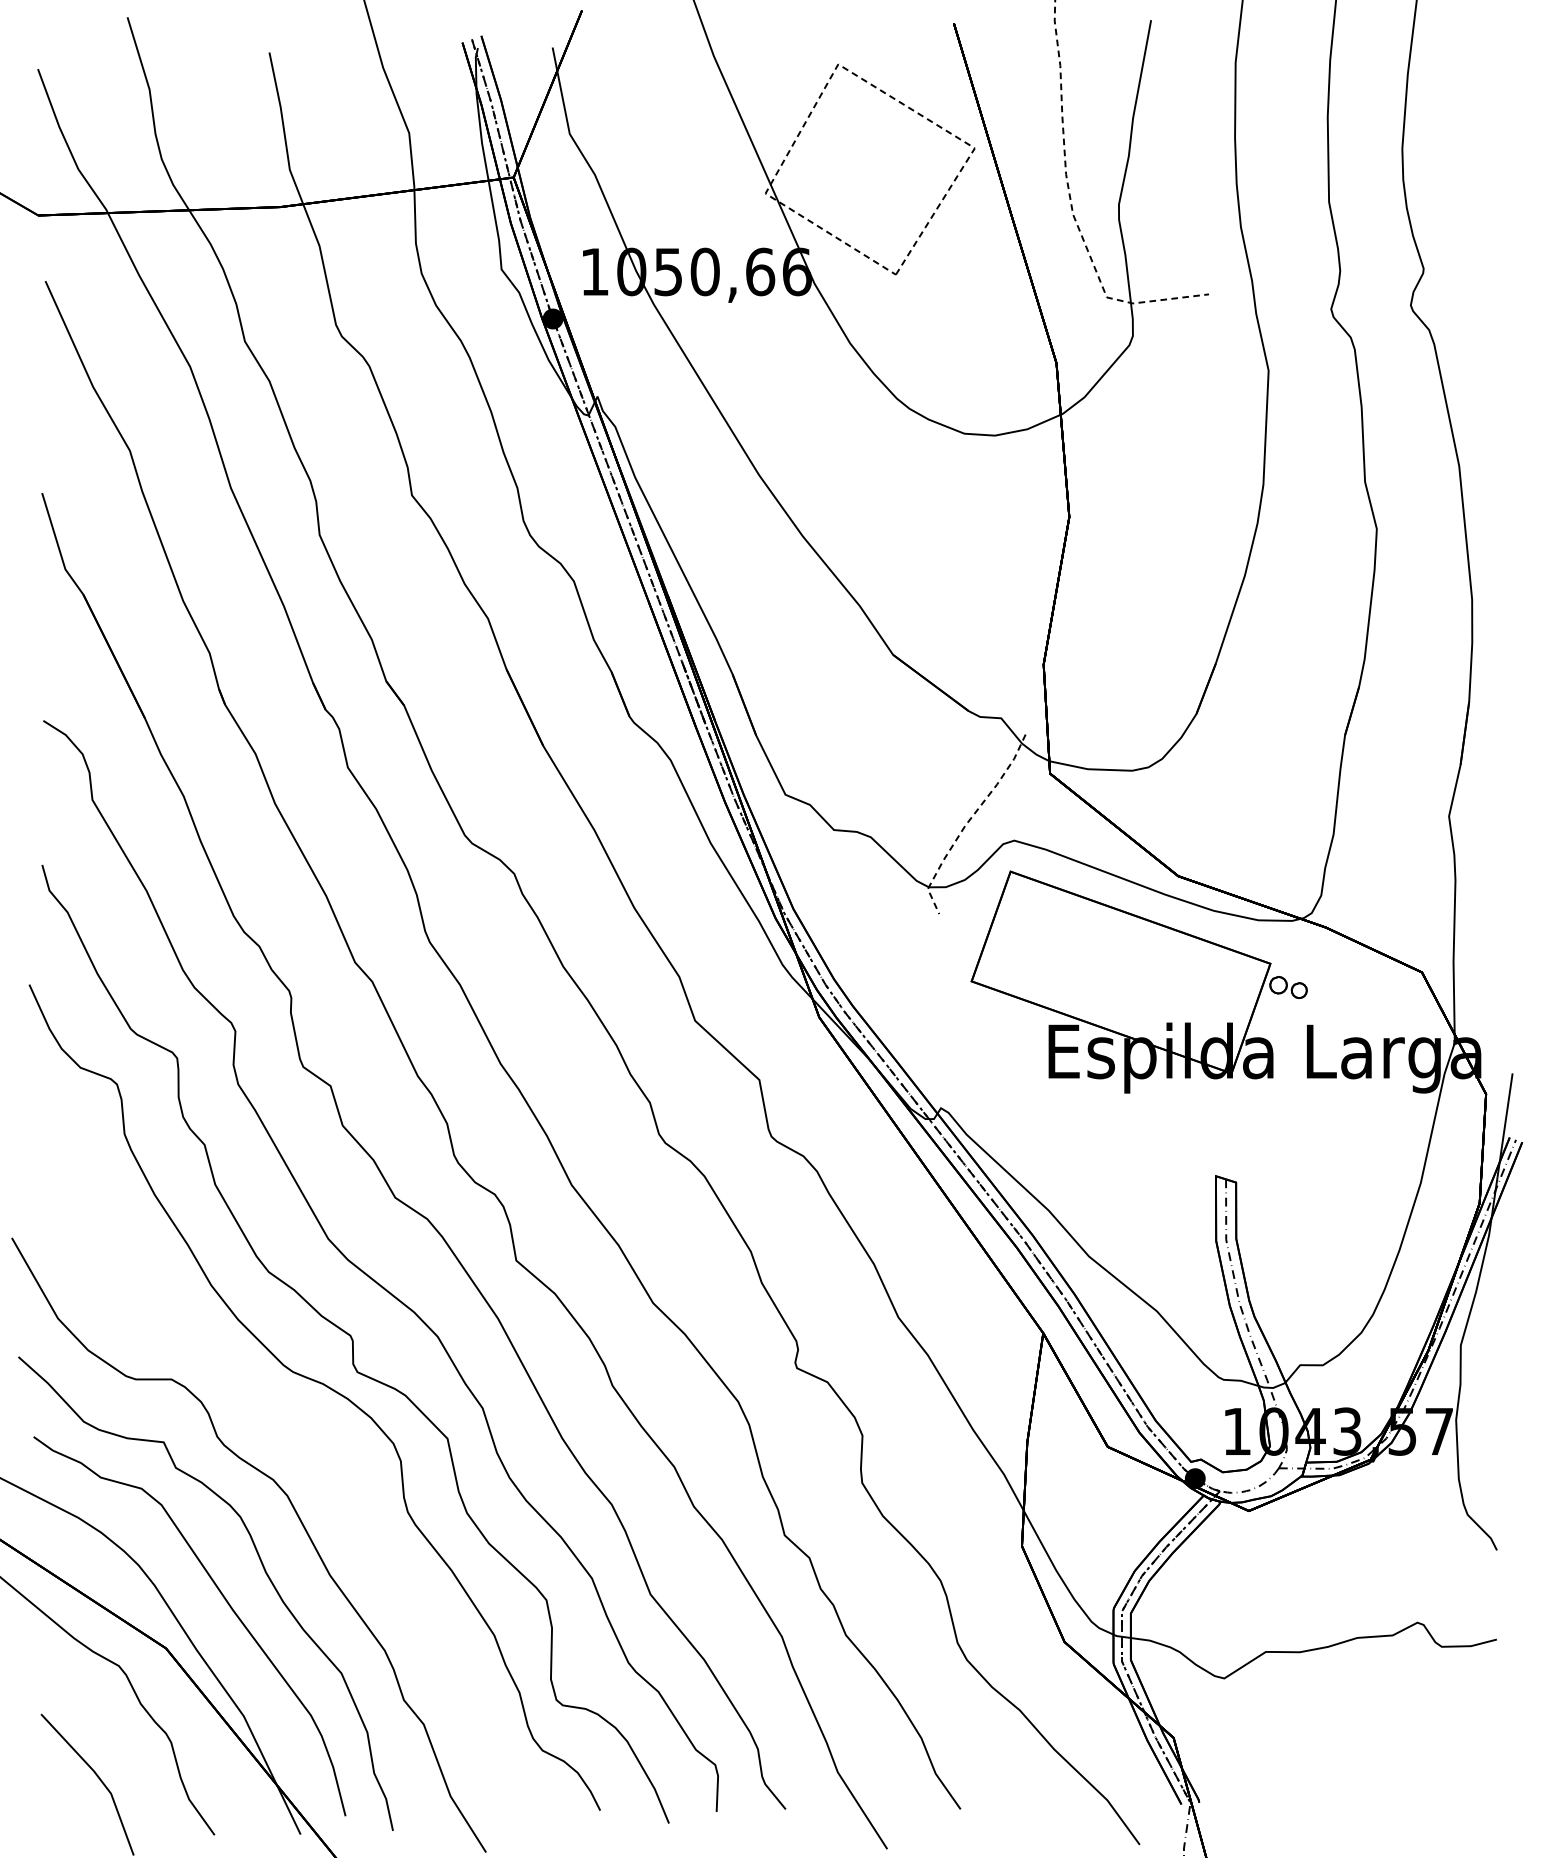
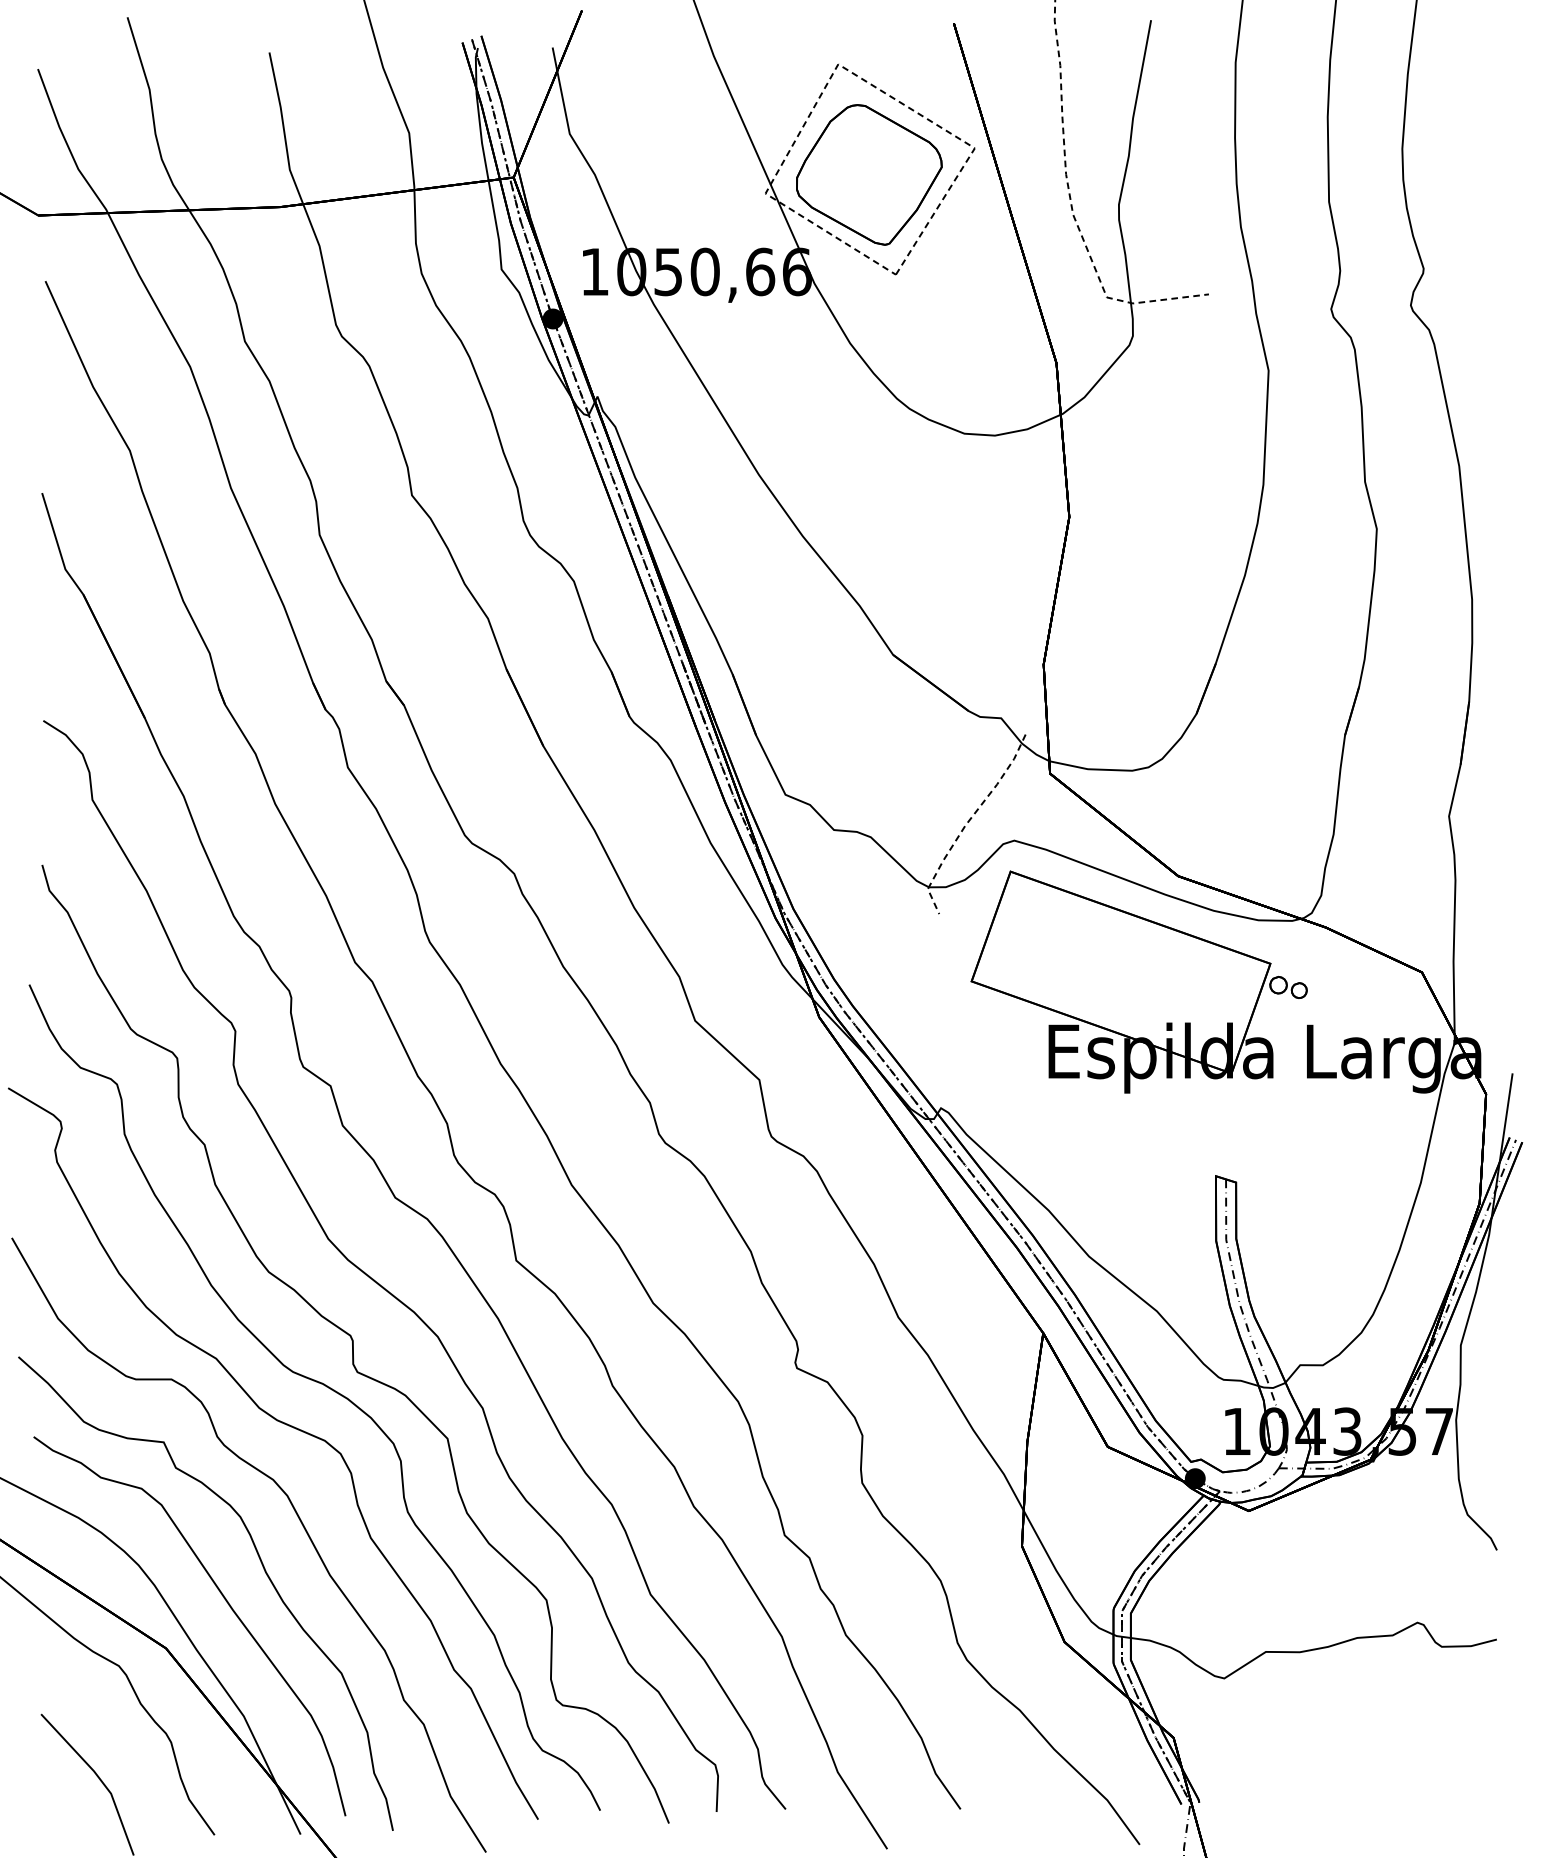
part at (869, 174): none -> present
curve at (286, 1425): none -> present
